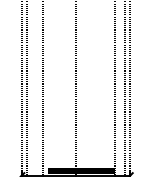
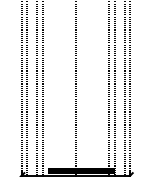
line at (37, 87): none -> present
line at (109, 87): none -> present
